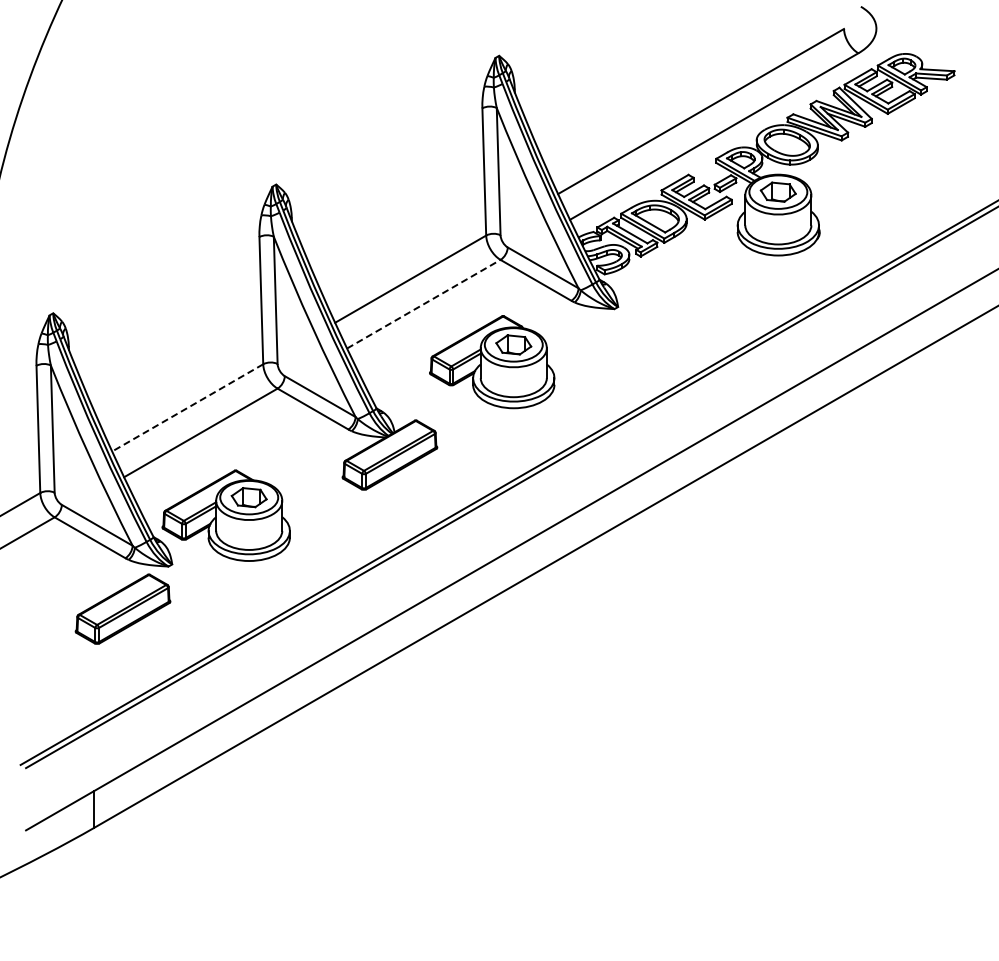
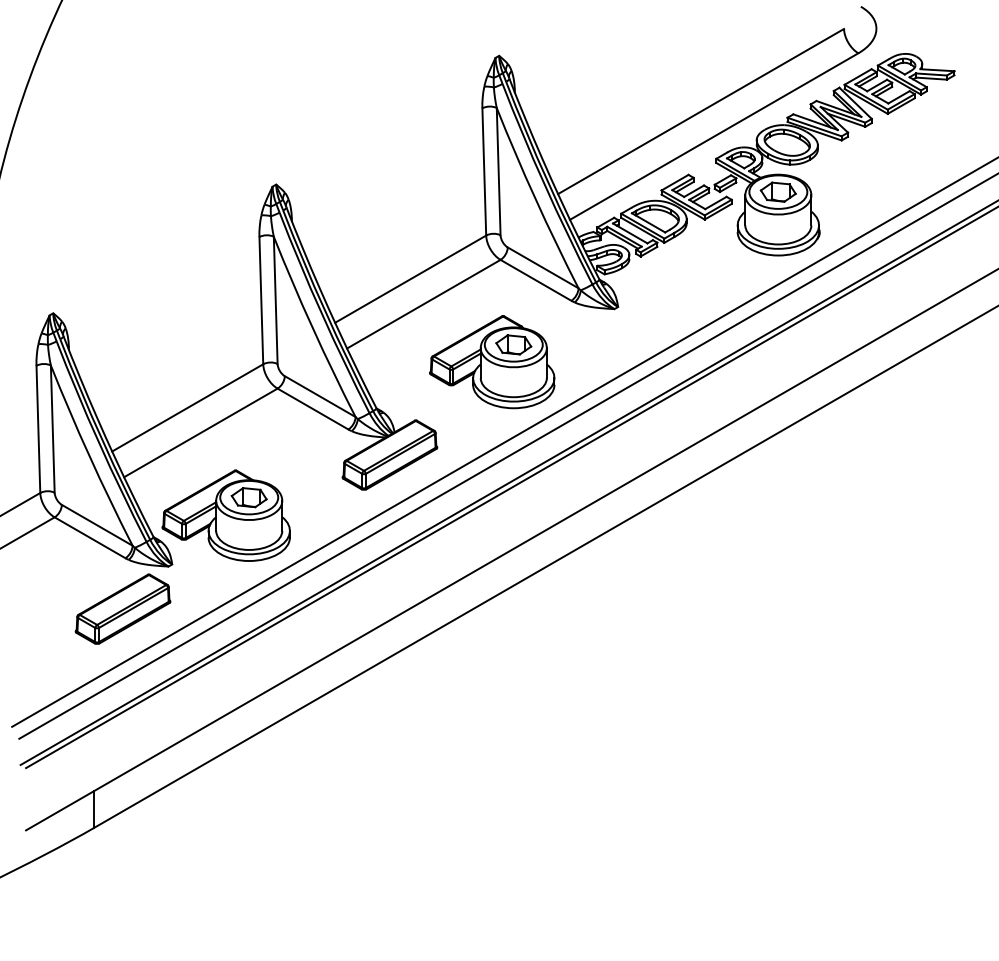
line at (423, 304): dashed -> solid
line at (187, 408): dashed -> solid
line at (503, 442): none -> present
line at (507, 456): none -> present
